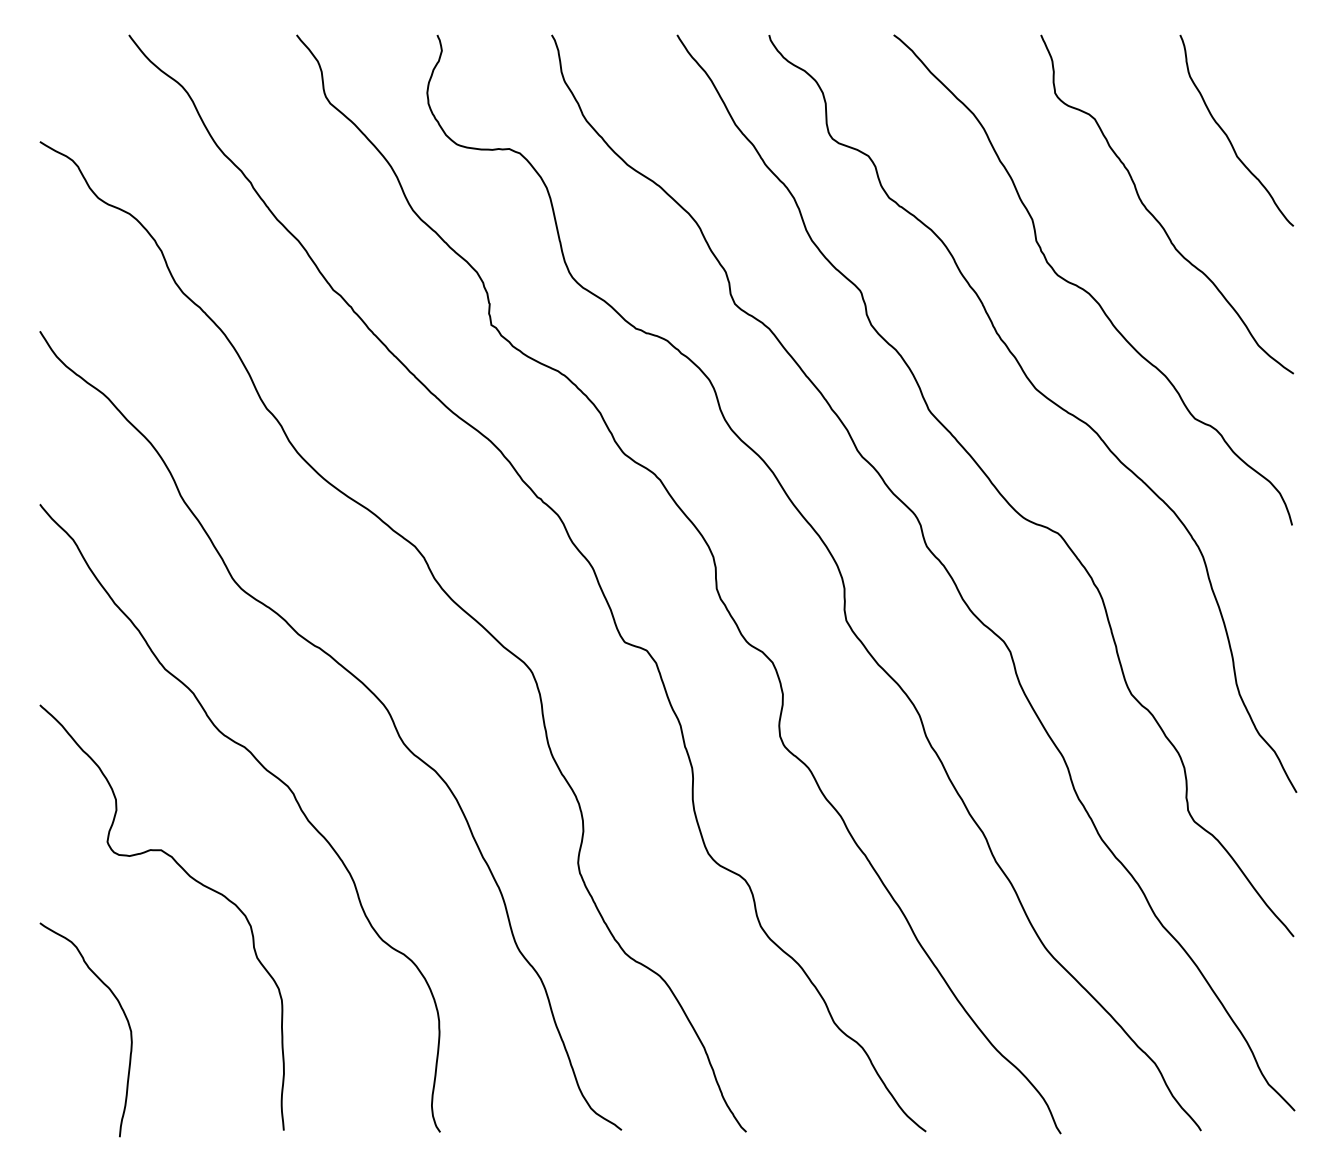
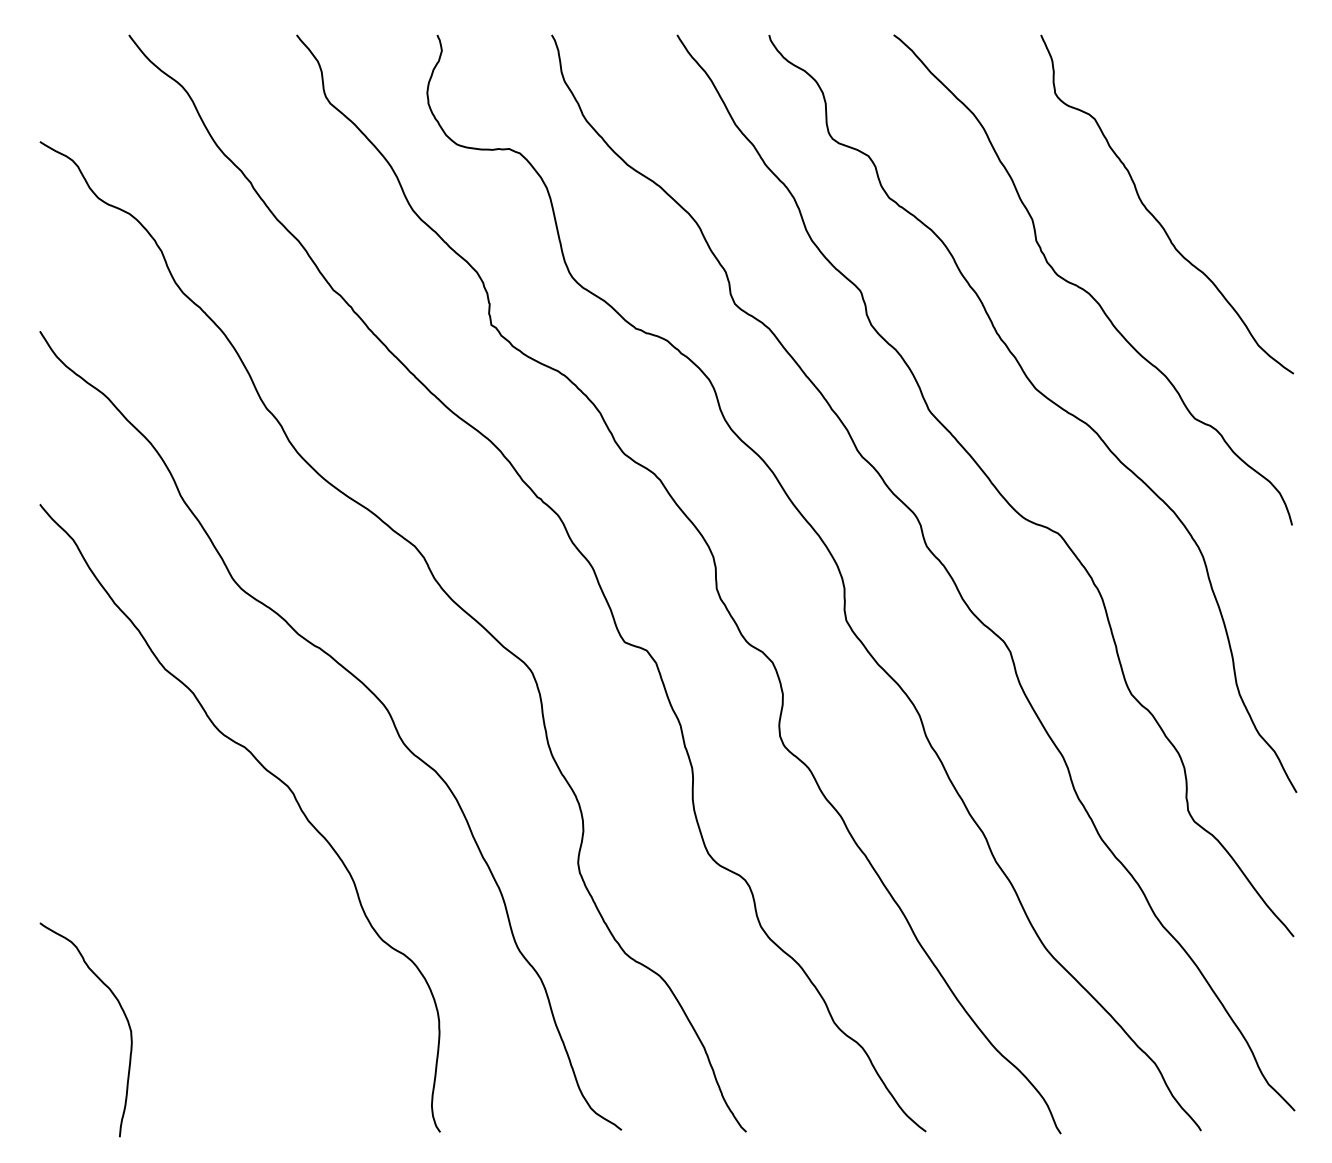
curve at (1227, 134): present -> none
curve at (189, 877): present -> none
